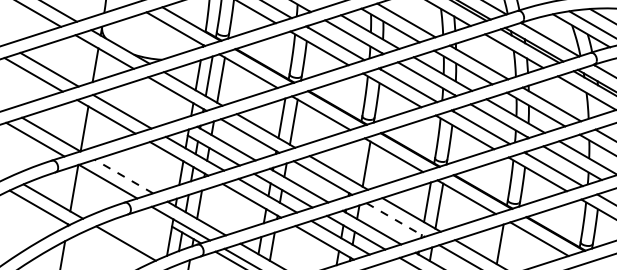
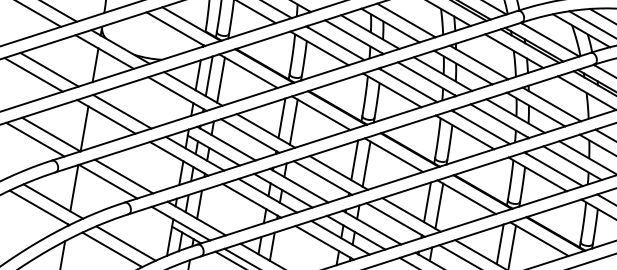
line at (354, 160): none -> present
line at (124, 176): dashed -> solid
line at (395, 220): dashed -> solid
line at (511, 245): none -> present
line at (111, 249): none -> present
